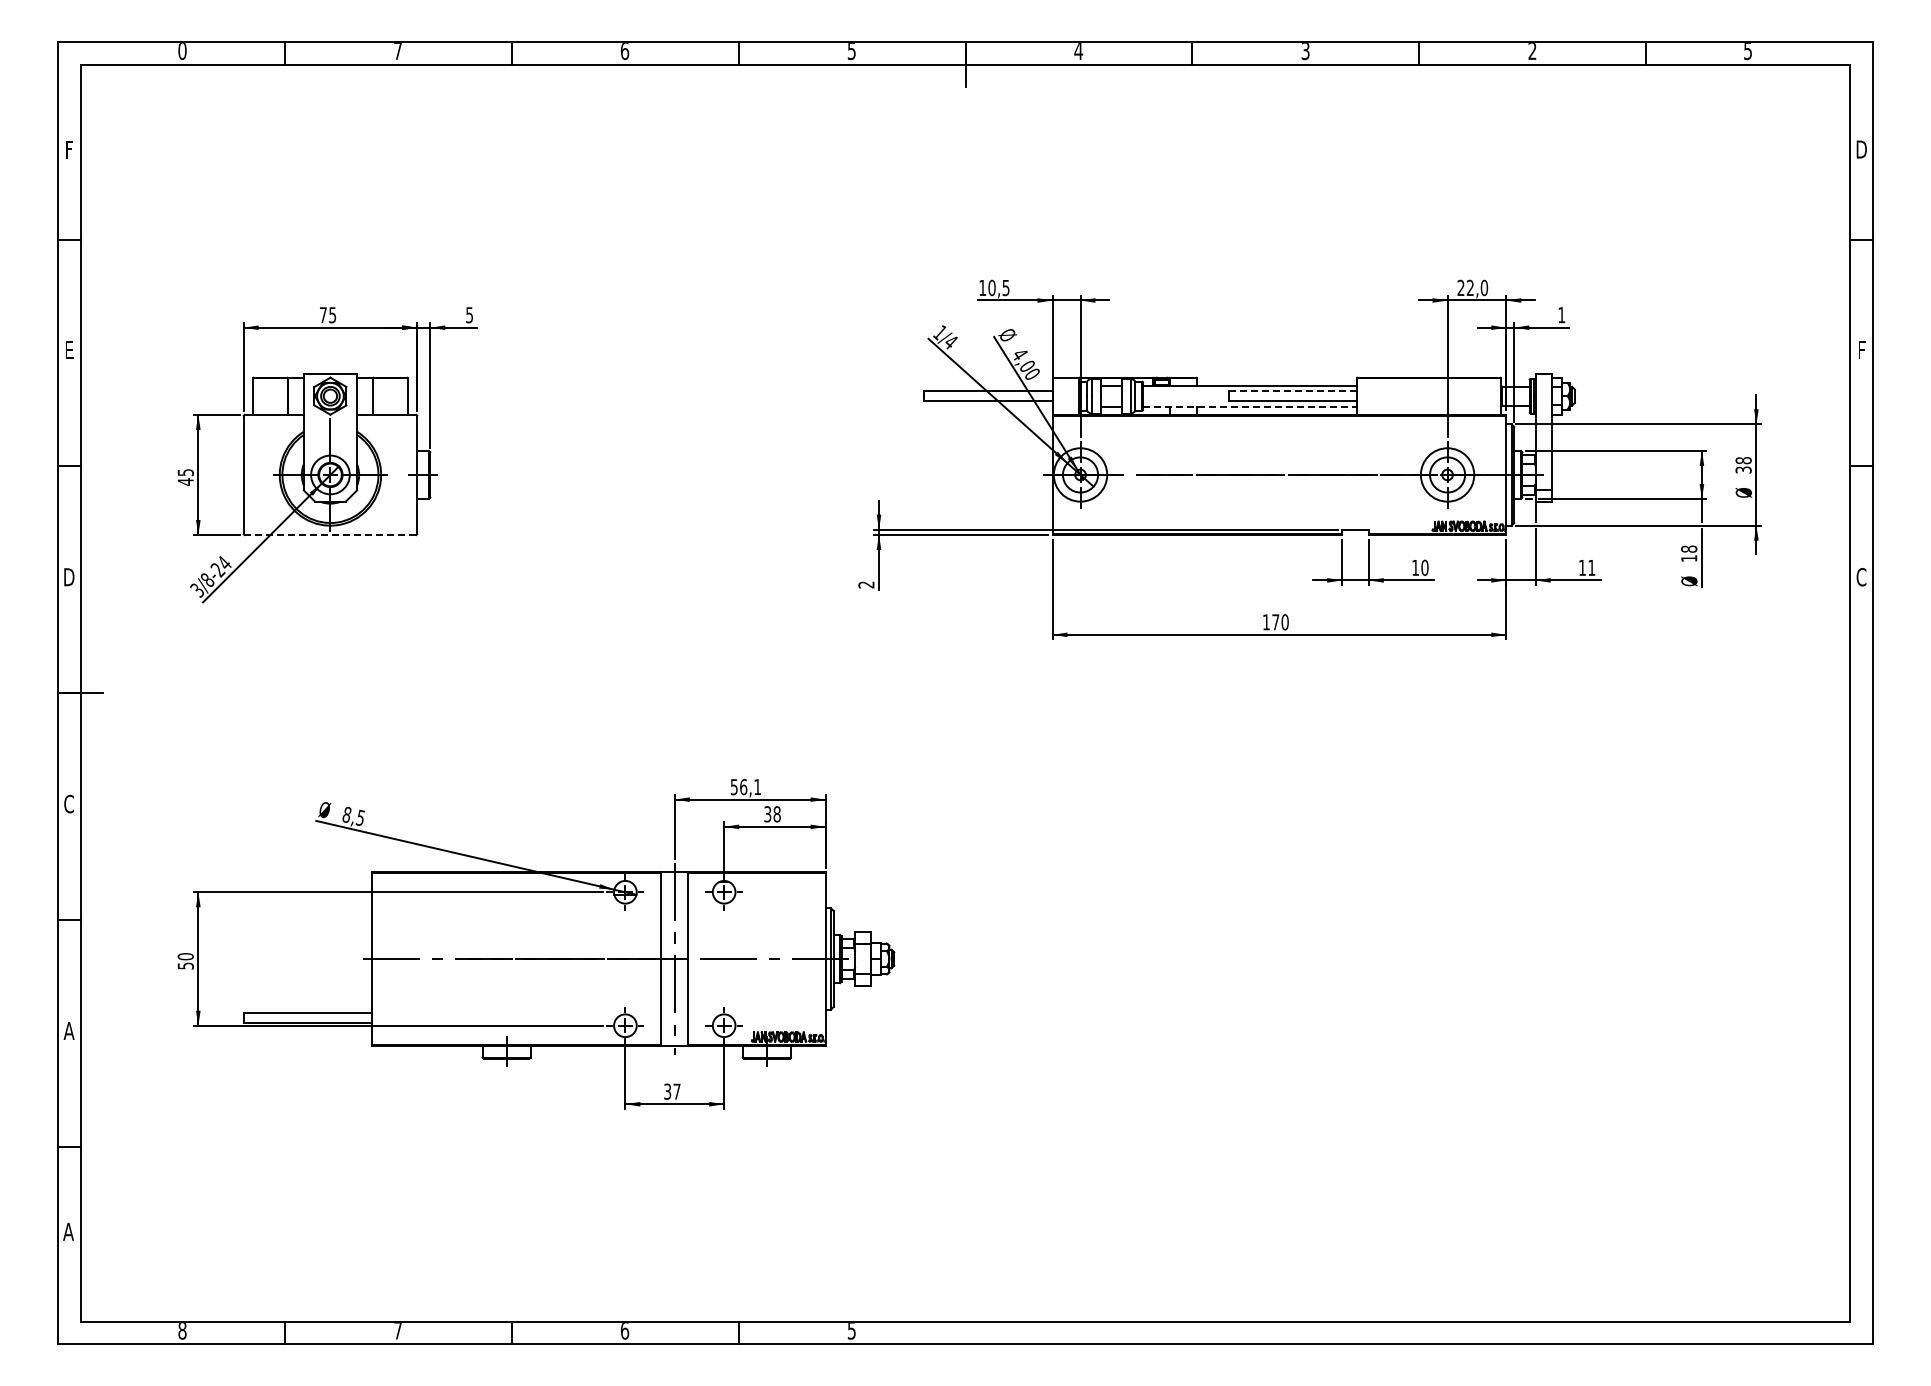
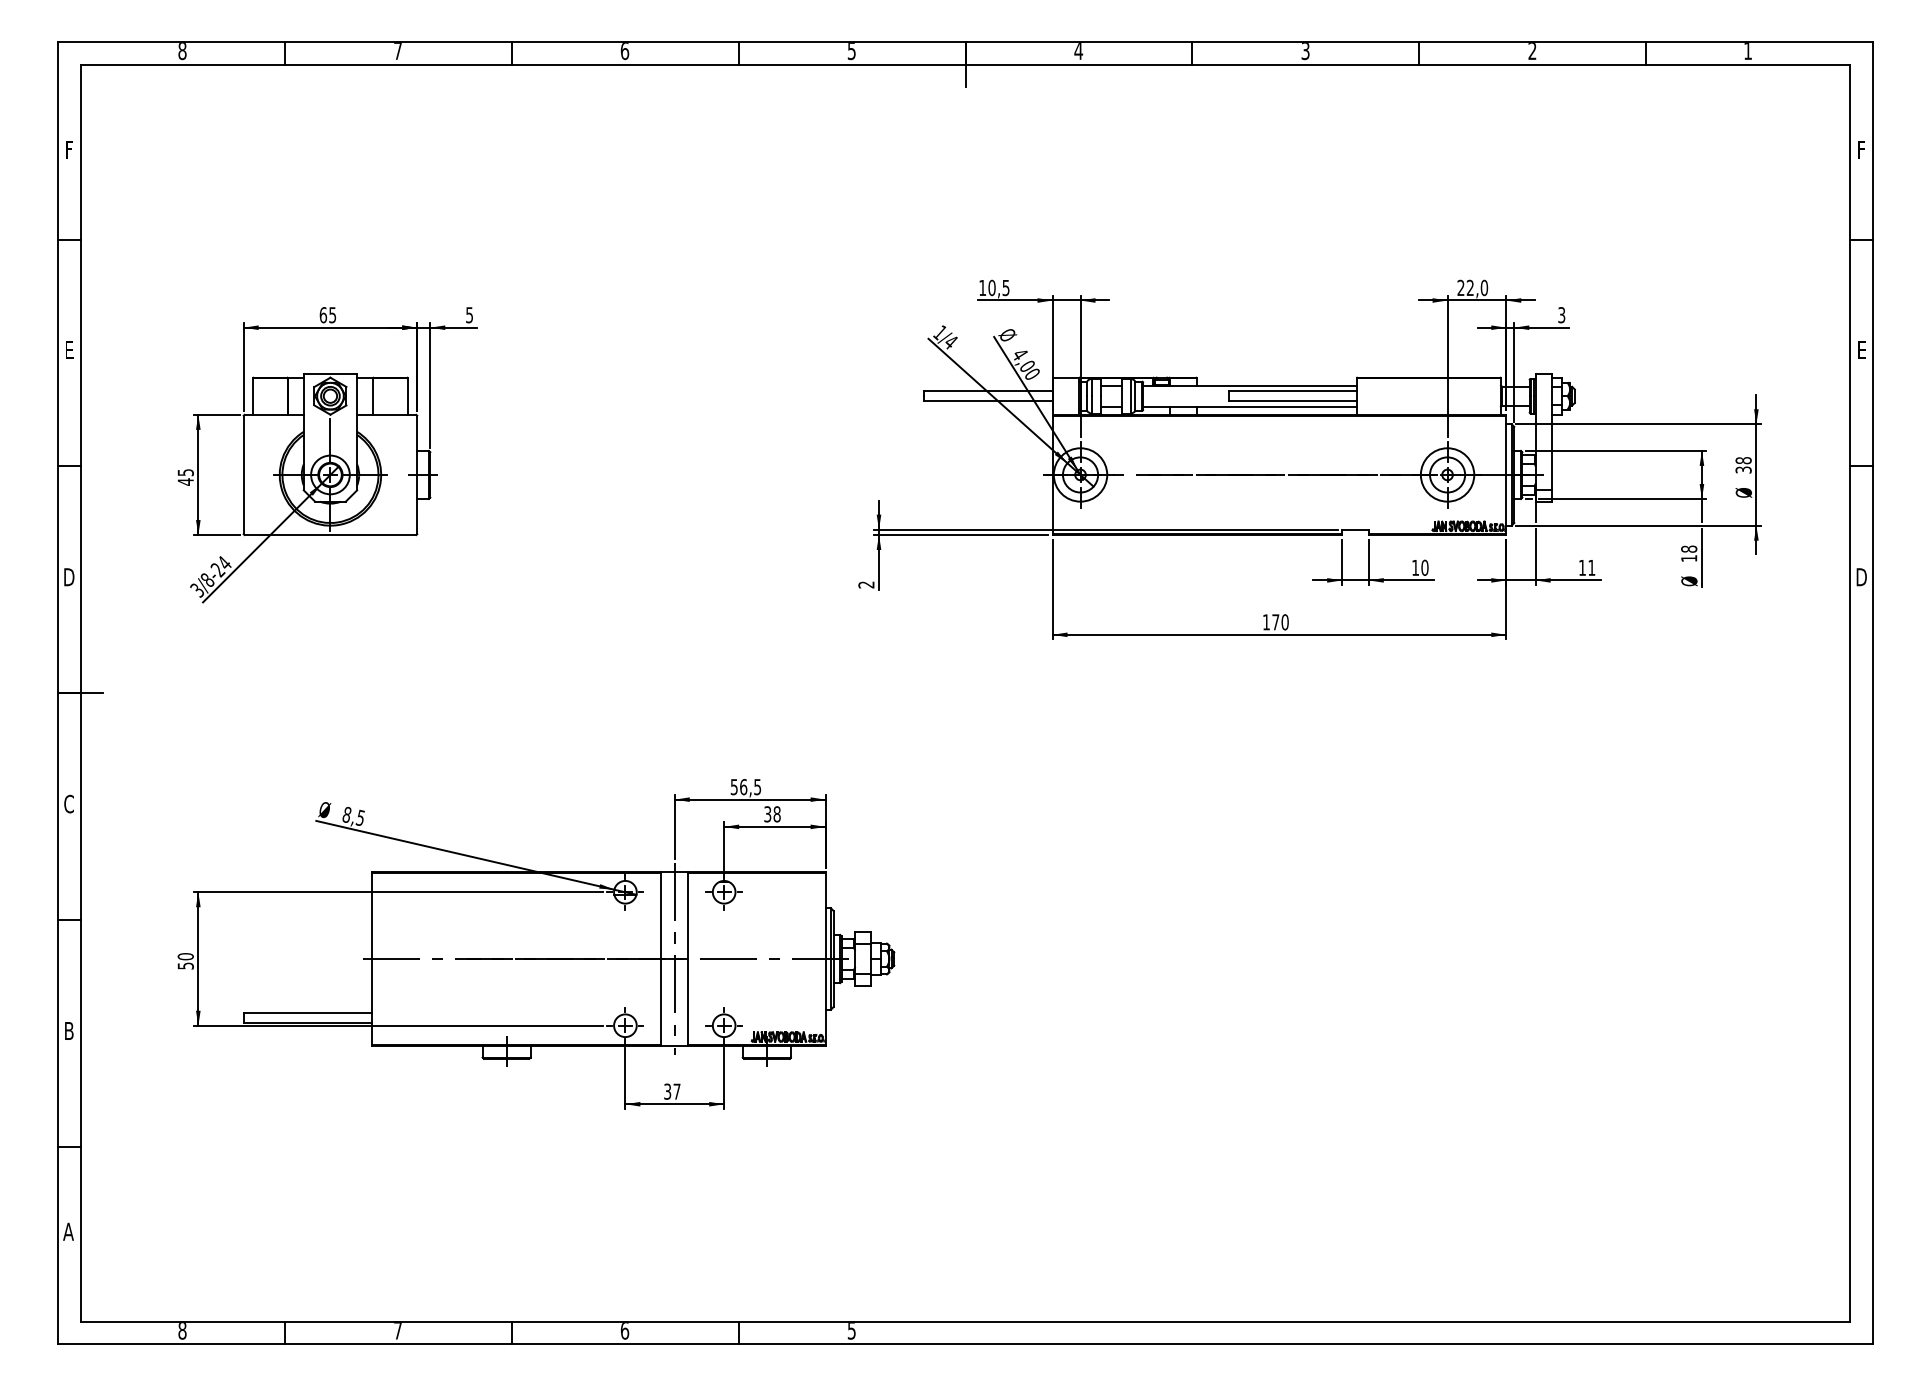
text at (182, 51): 0 -> 8
text at (1747, 51): 5 -> 1
text at (1861, 149): D -> F
text at (323, 315): 75 -> 65
text at (1561, 315): 1 -> 3
text at (1861, 349): F -> E
line at (1292, 391): dashed -> solid
line at (1250, 406): dashed -> solid
line at (330, 535): dashed -> solid
text at (1861, 577): C -> D
text at (757, 787): 56,1 -> 56,5
text at (68, 1030): A -> B
